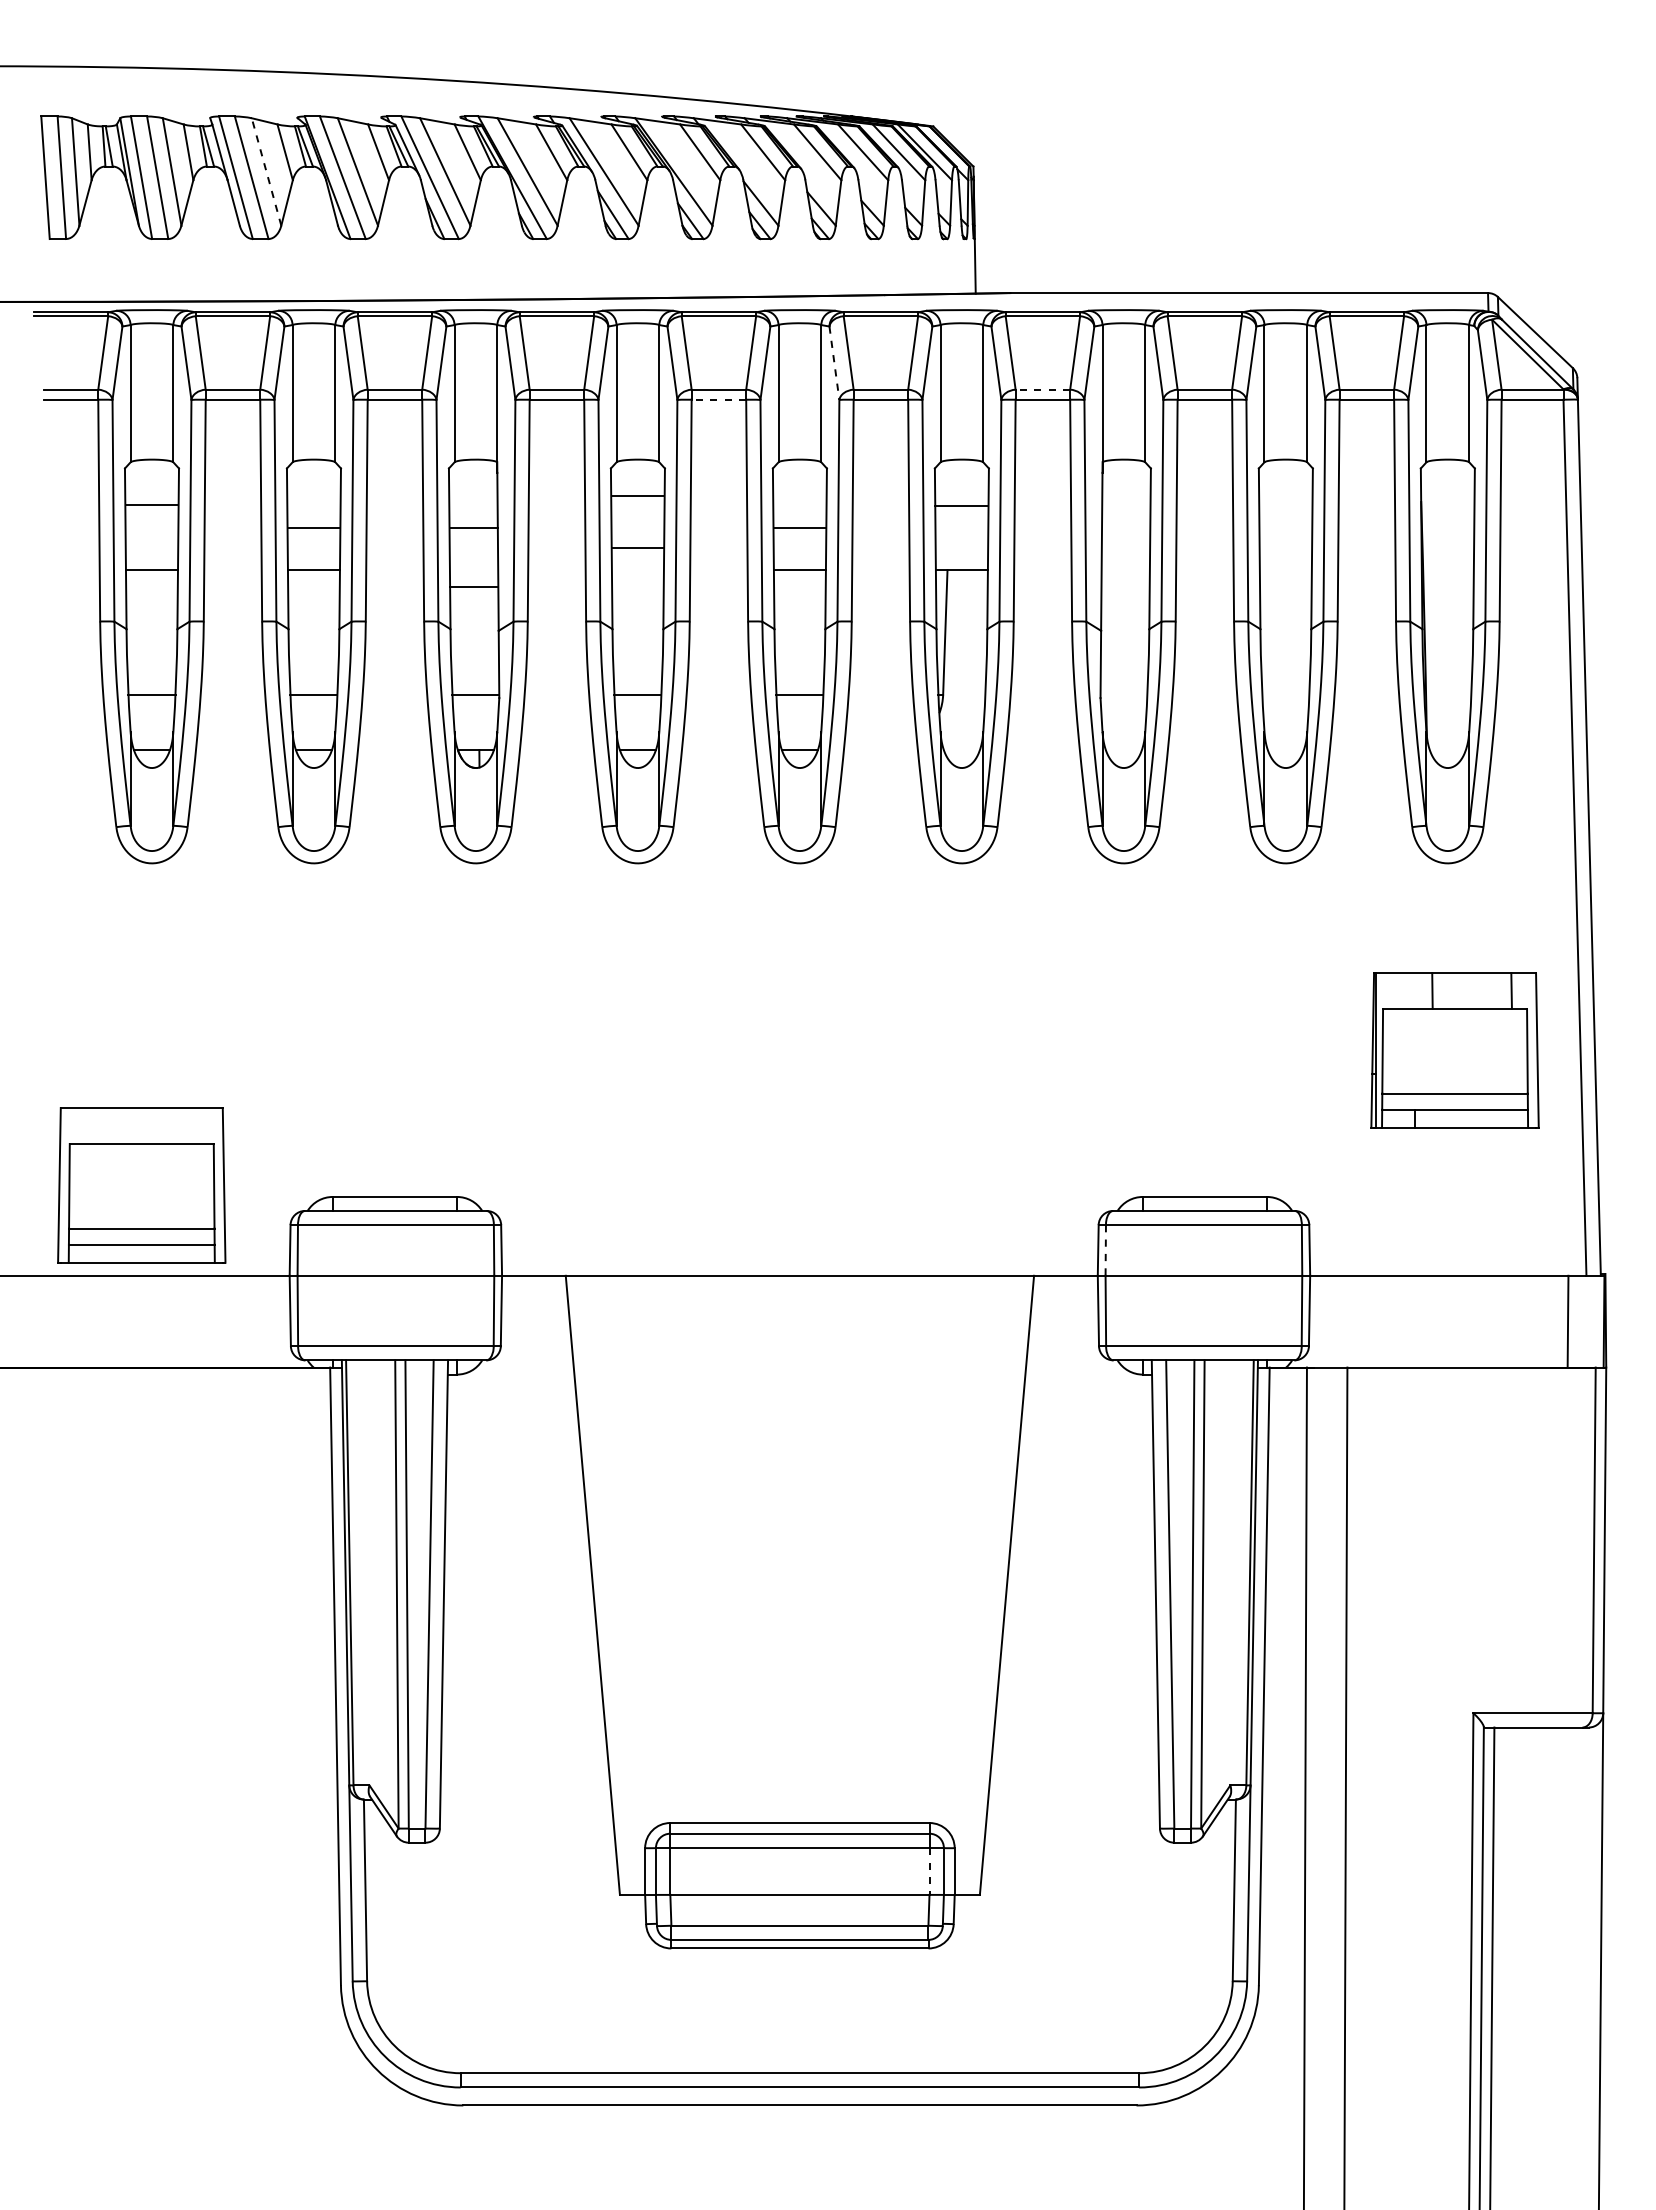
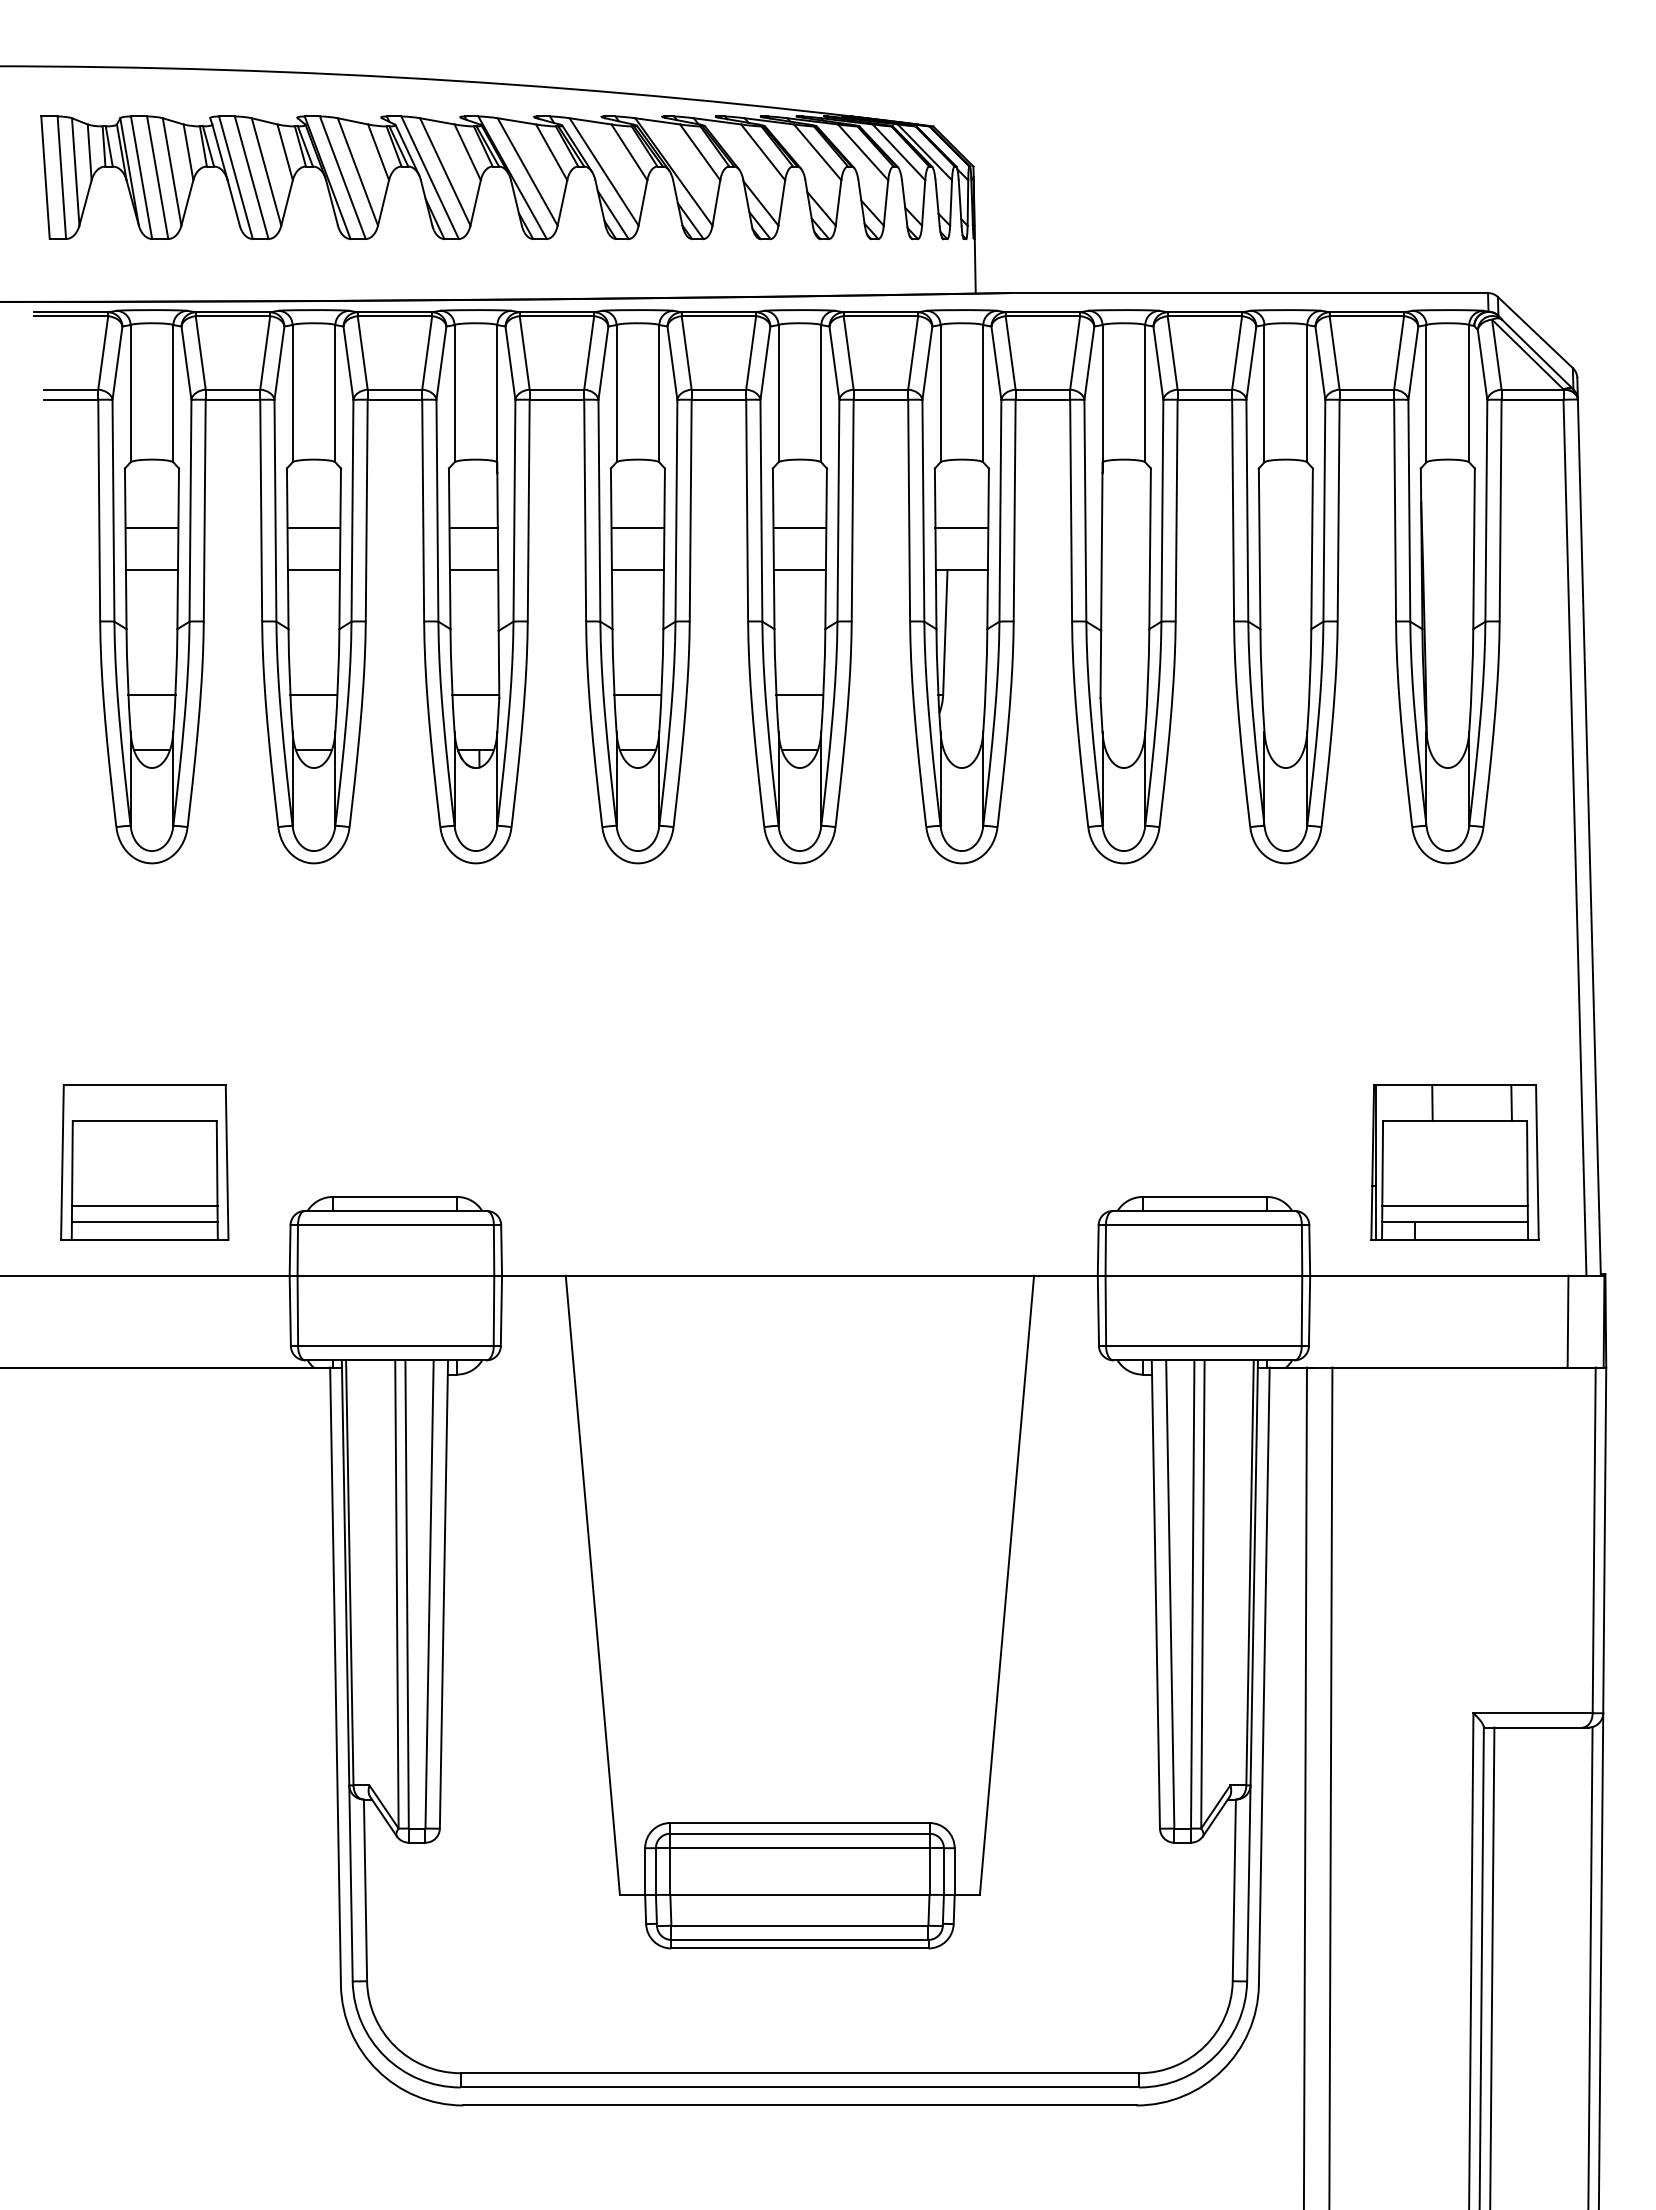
line at (266, 171): dashed -> solid
line at (834, 363): dashed -> solid
line at (1042, 389): dashed -> solid
line at (718, 399): dashed -> solid
line at (637, 495) position: (637, 495) -> (637, 527)
line at (151, 504) position: (151, 504) -> (151, 527)
line at (961, 505) position: (961, 505) -> (961, 527)
line at (637, 548) position: (637, 548) -> (637, 570)
line at (473, 587) position: (473, 587) -> (473, 570)
part at (1454, 1050) position: (1454, 1050) -> (1454, 1162)
part at (141, 1185) position: (141, 1185) -> (144, 1162)
line at (1105, 1250): dashed -> solid
line at (1345, 1786) position: (1345, 1786) -> (1330, 1786)
line at (929, 1872): dashed -> solid
line at (1590, 1966): none -> present
